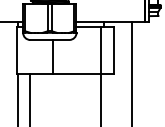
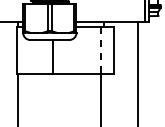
line at (101, 50): solid -> dashed
line at (131, 72) position: (131, 72) -> (137, 72)
line at (29, 98): present -> none
